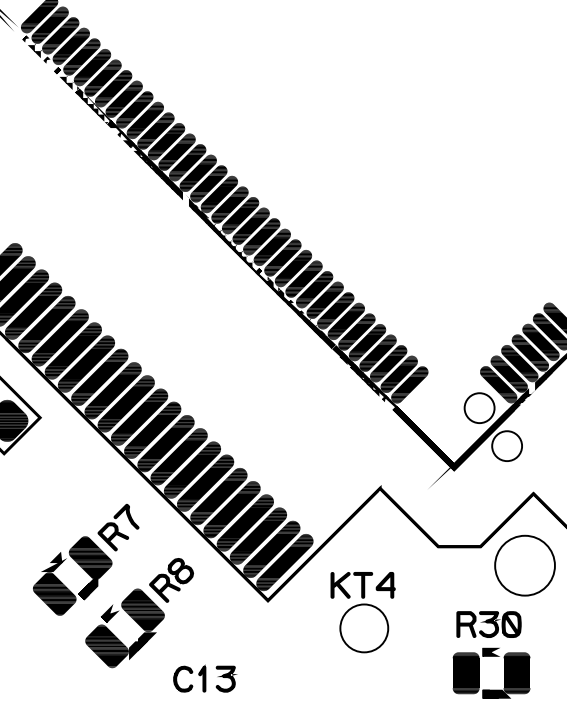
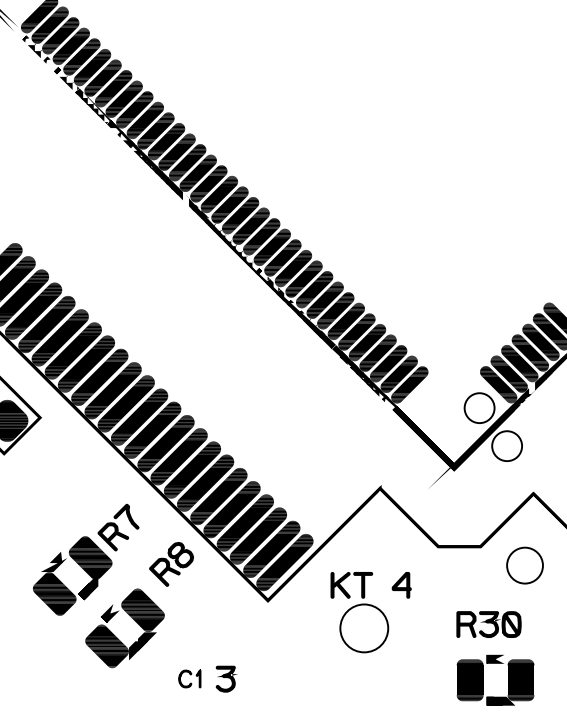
part at (524, 565) size: 62x63 px -> 38x39 px
part at (171, 580) position: (171, 580) -> (171, 564)
part at (385, 585) position: (385, 585) -> (401, 585)
part at (479, 672) position: (479, 672) -> (483, 679)
part at (189, 678) size: 34x29 px -> 24x20 px
